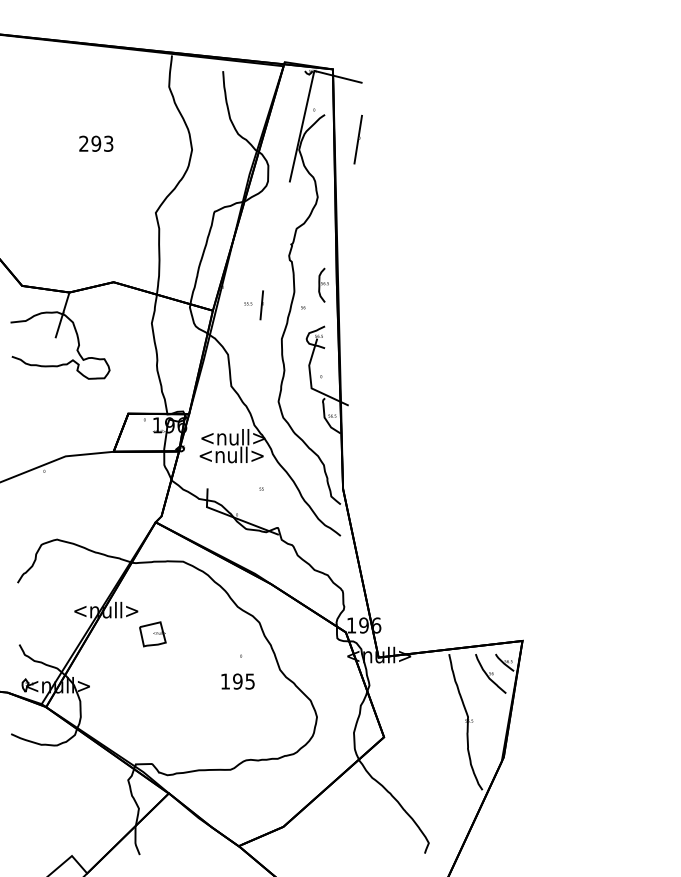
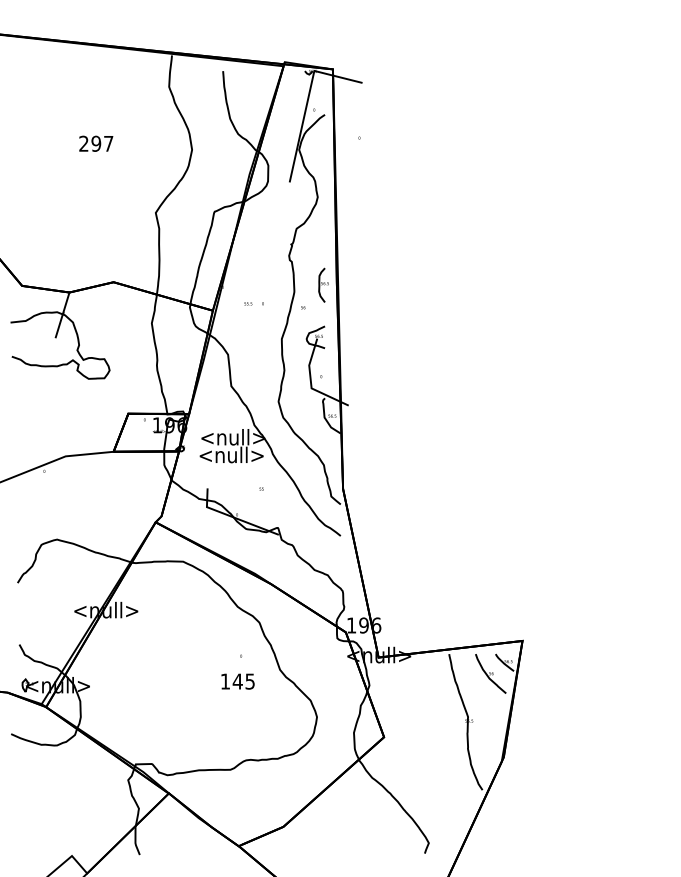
line at (357, 139): present -> none
text at (108, 143): 293 -> 297
line at (261, 305): present -> none
part at (152, 634): present -> none
text at (237, 681): 195 -> 145
